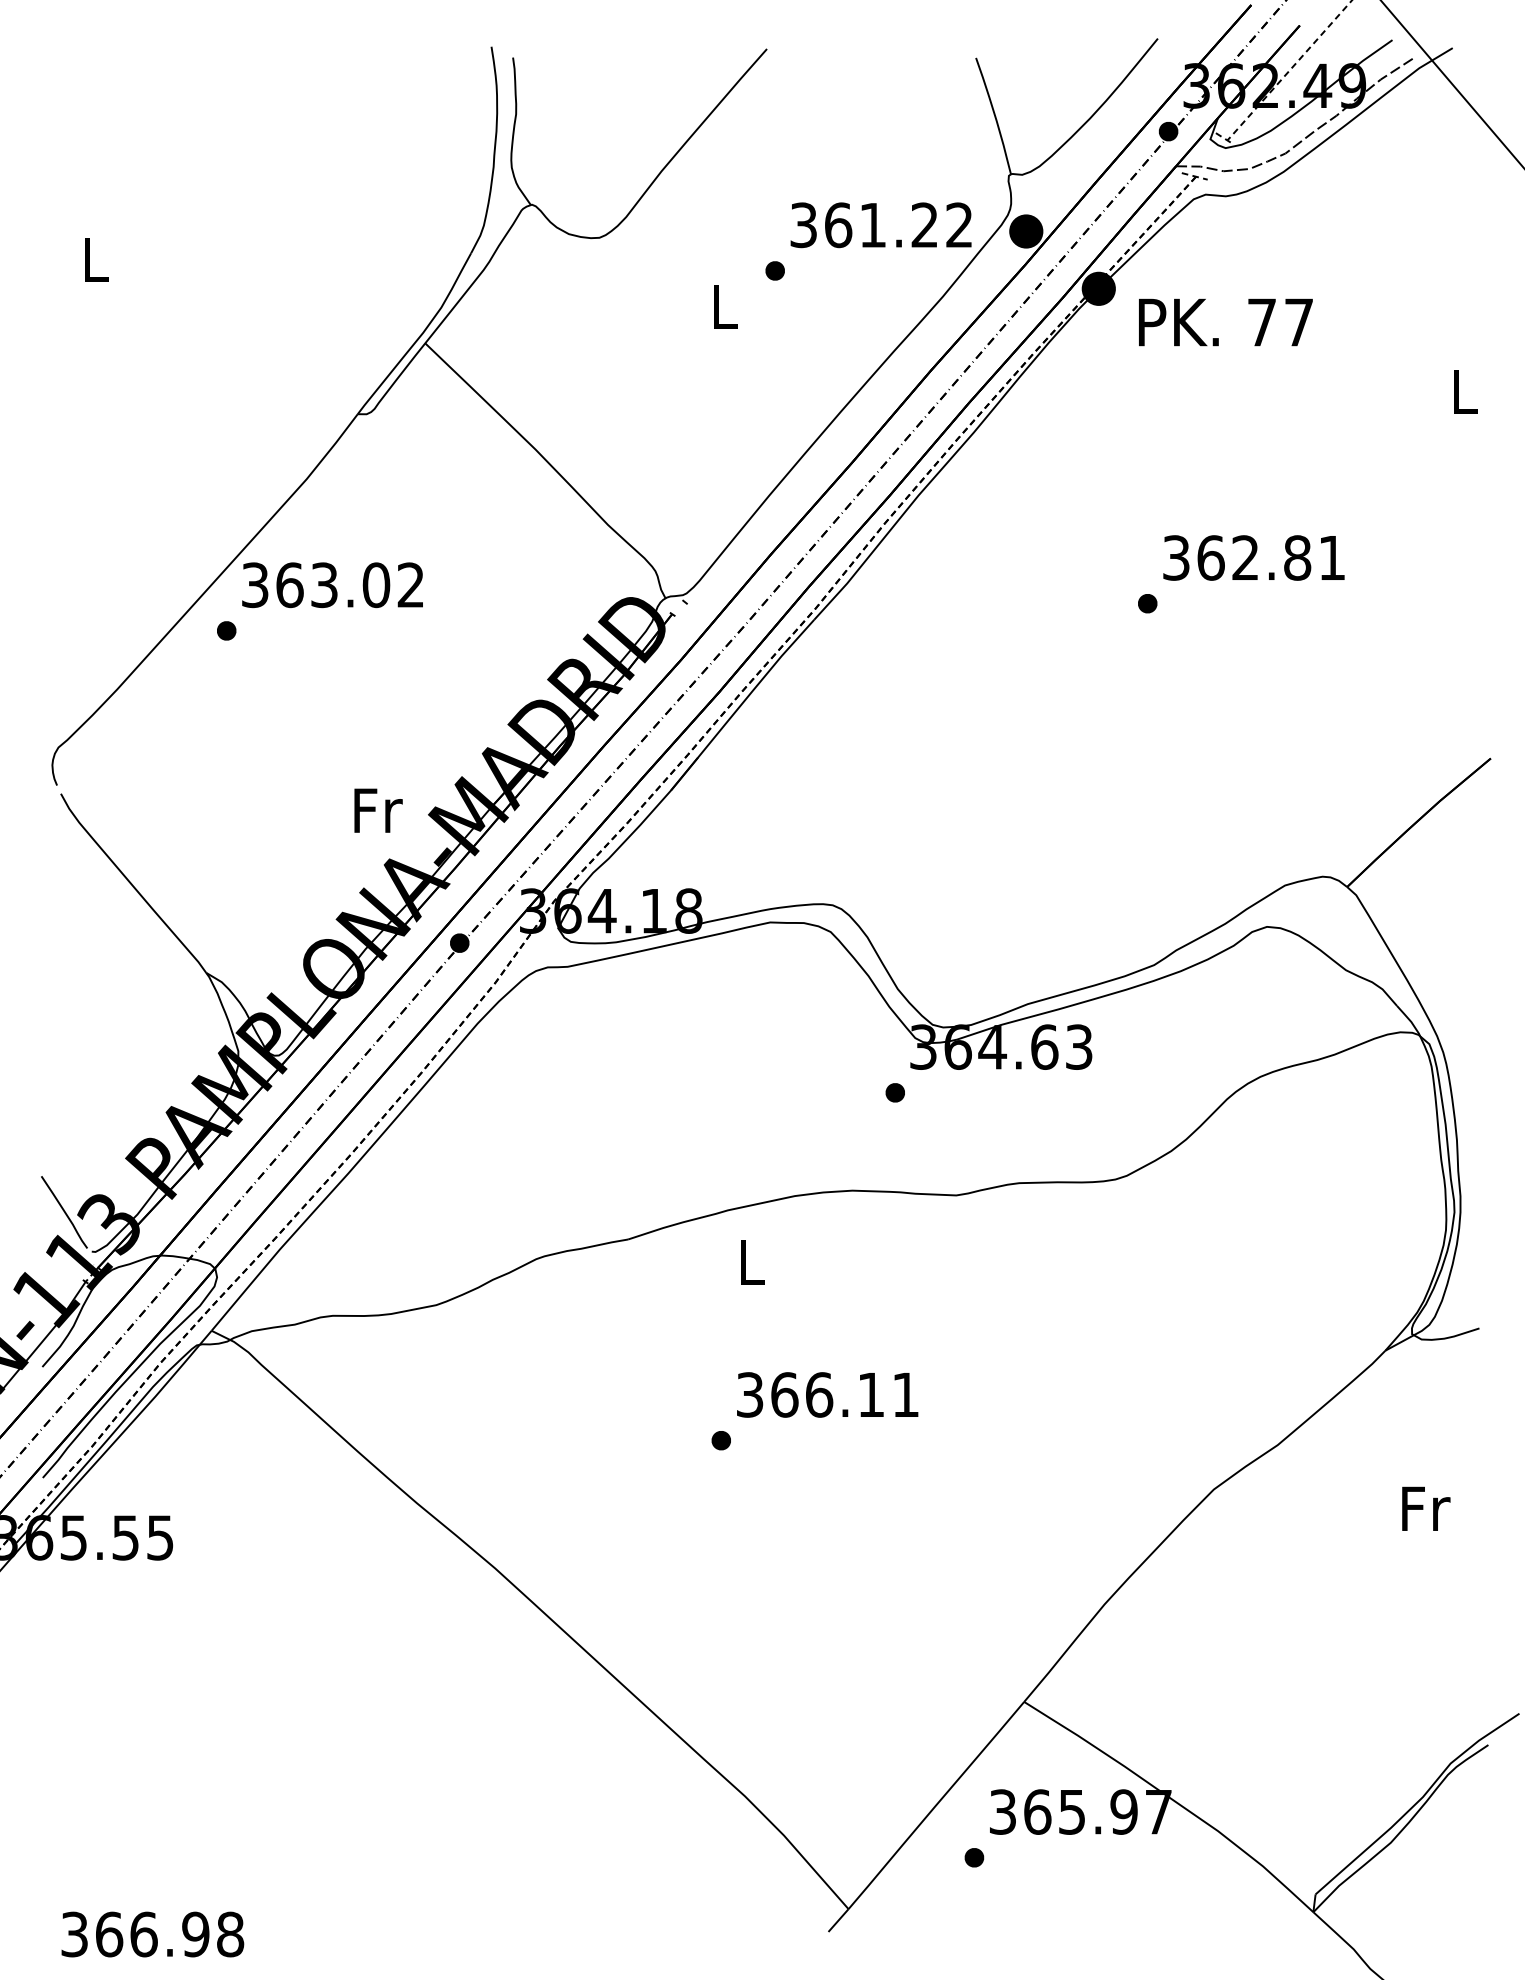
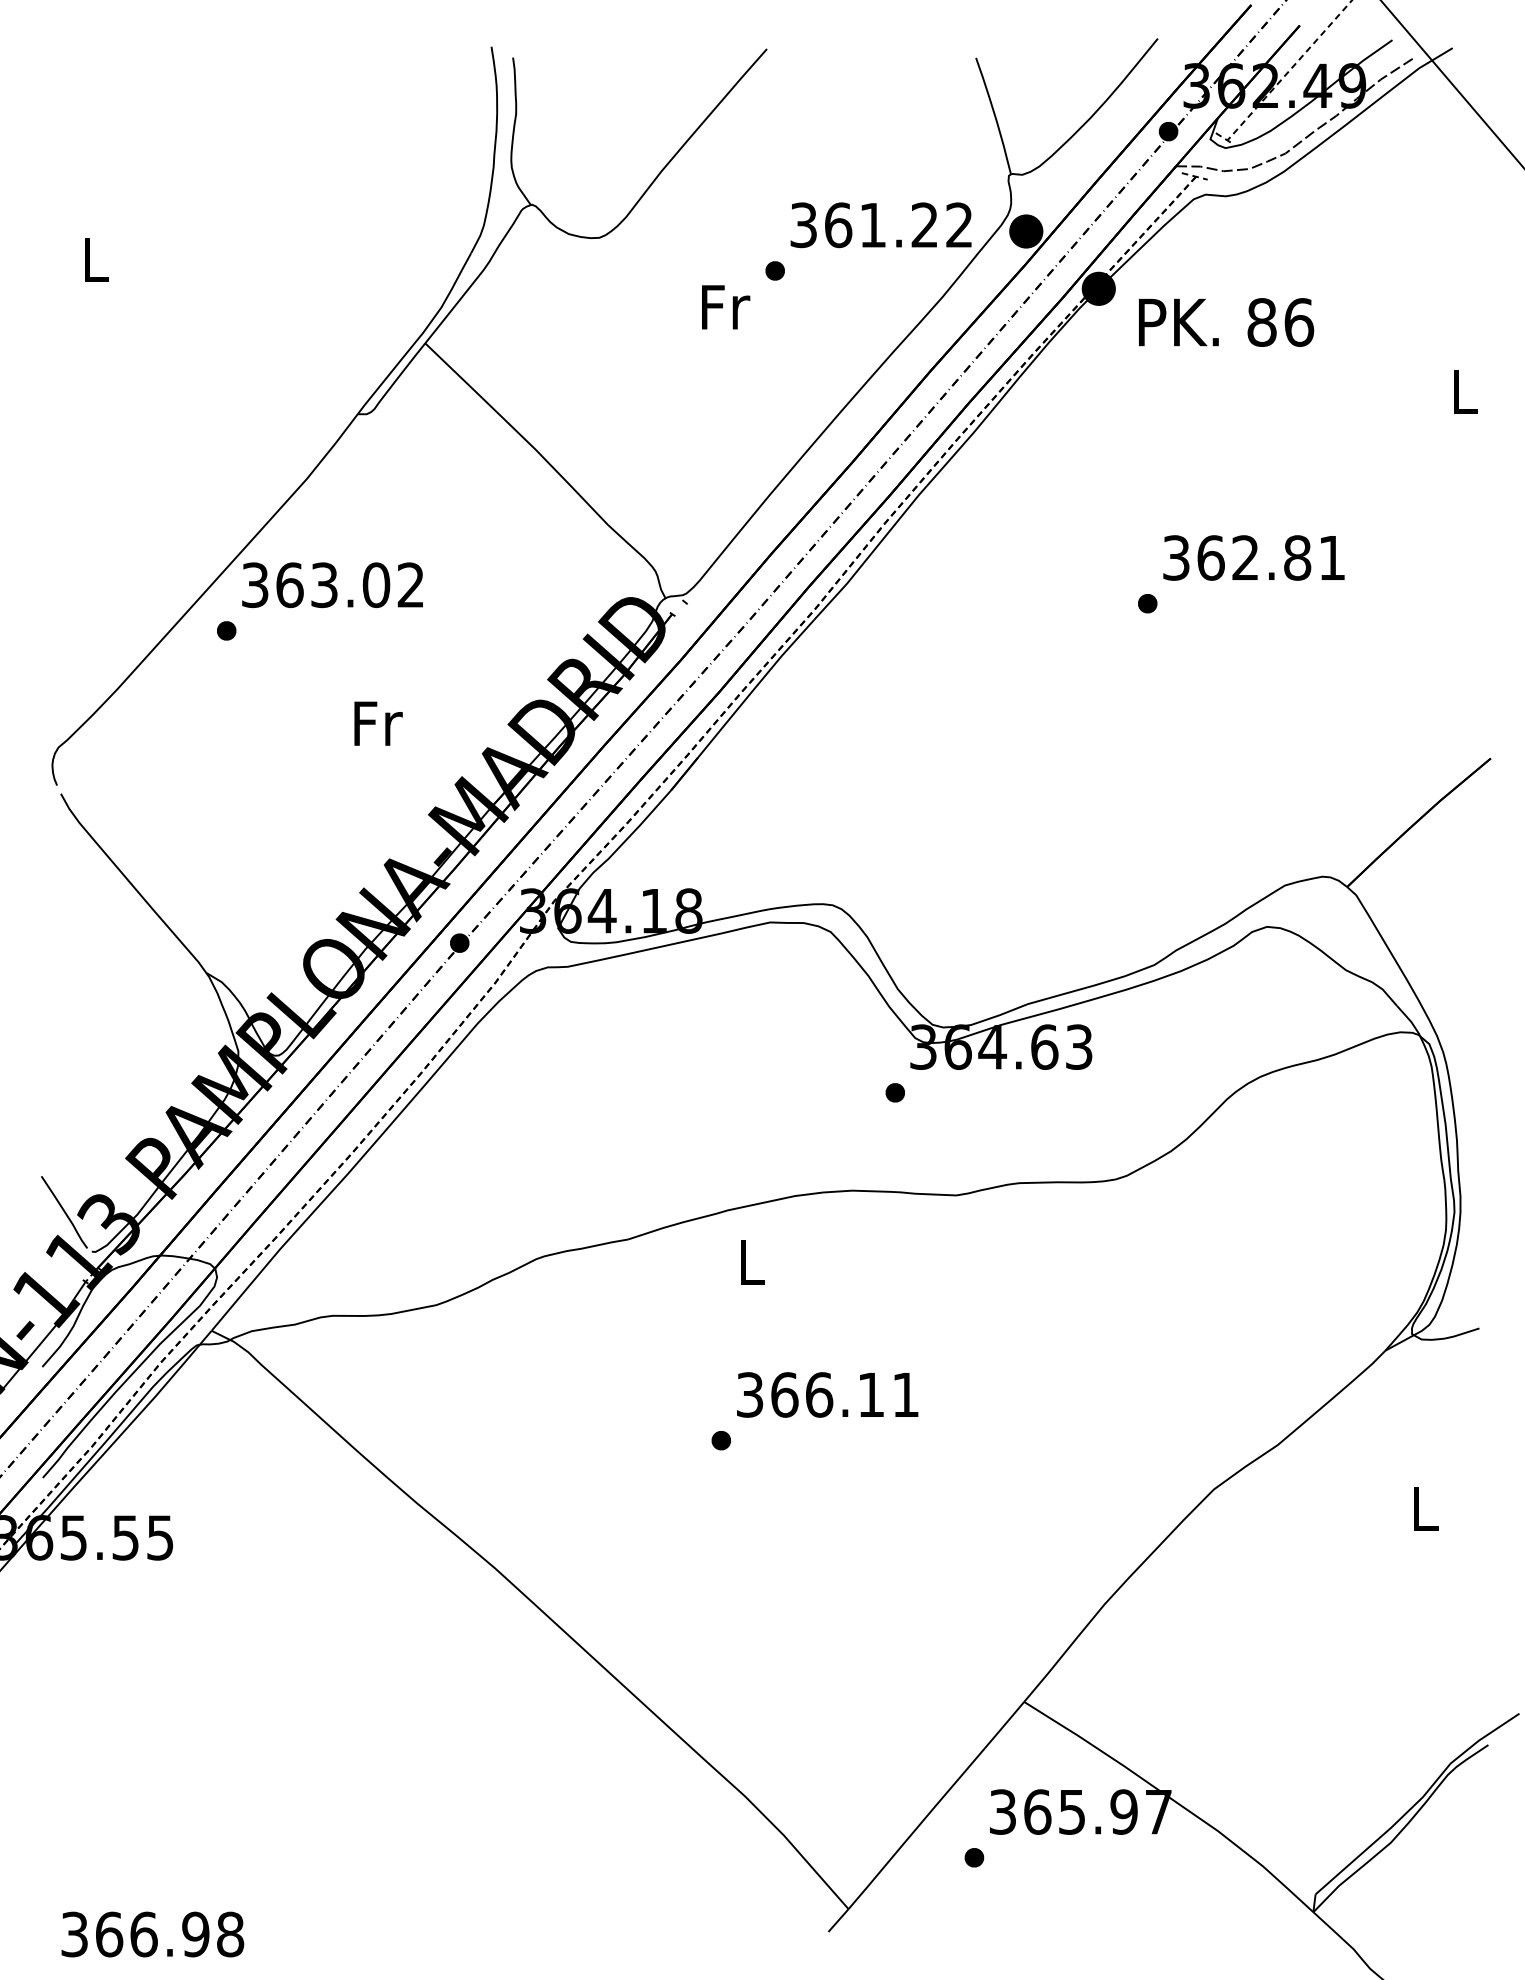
text at (726, 307): L -> Fr
text at (1280, 322): 77 -> 86
text at (378, 810) position: (378, 810) -> (378, 723)
text at (1426, 1508): Fr -> L
